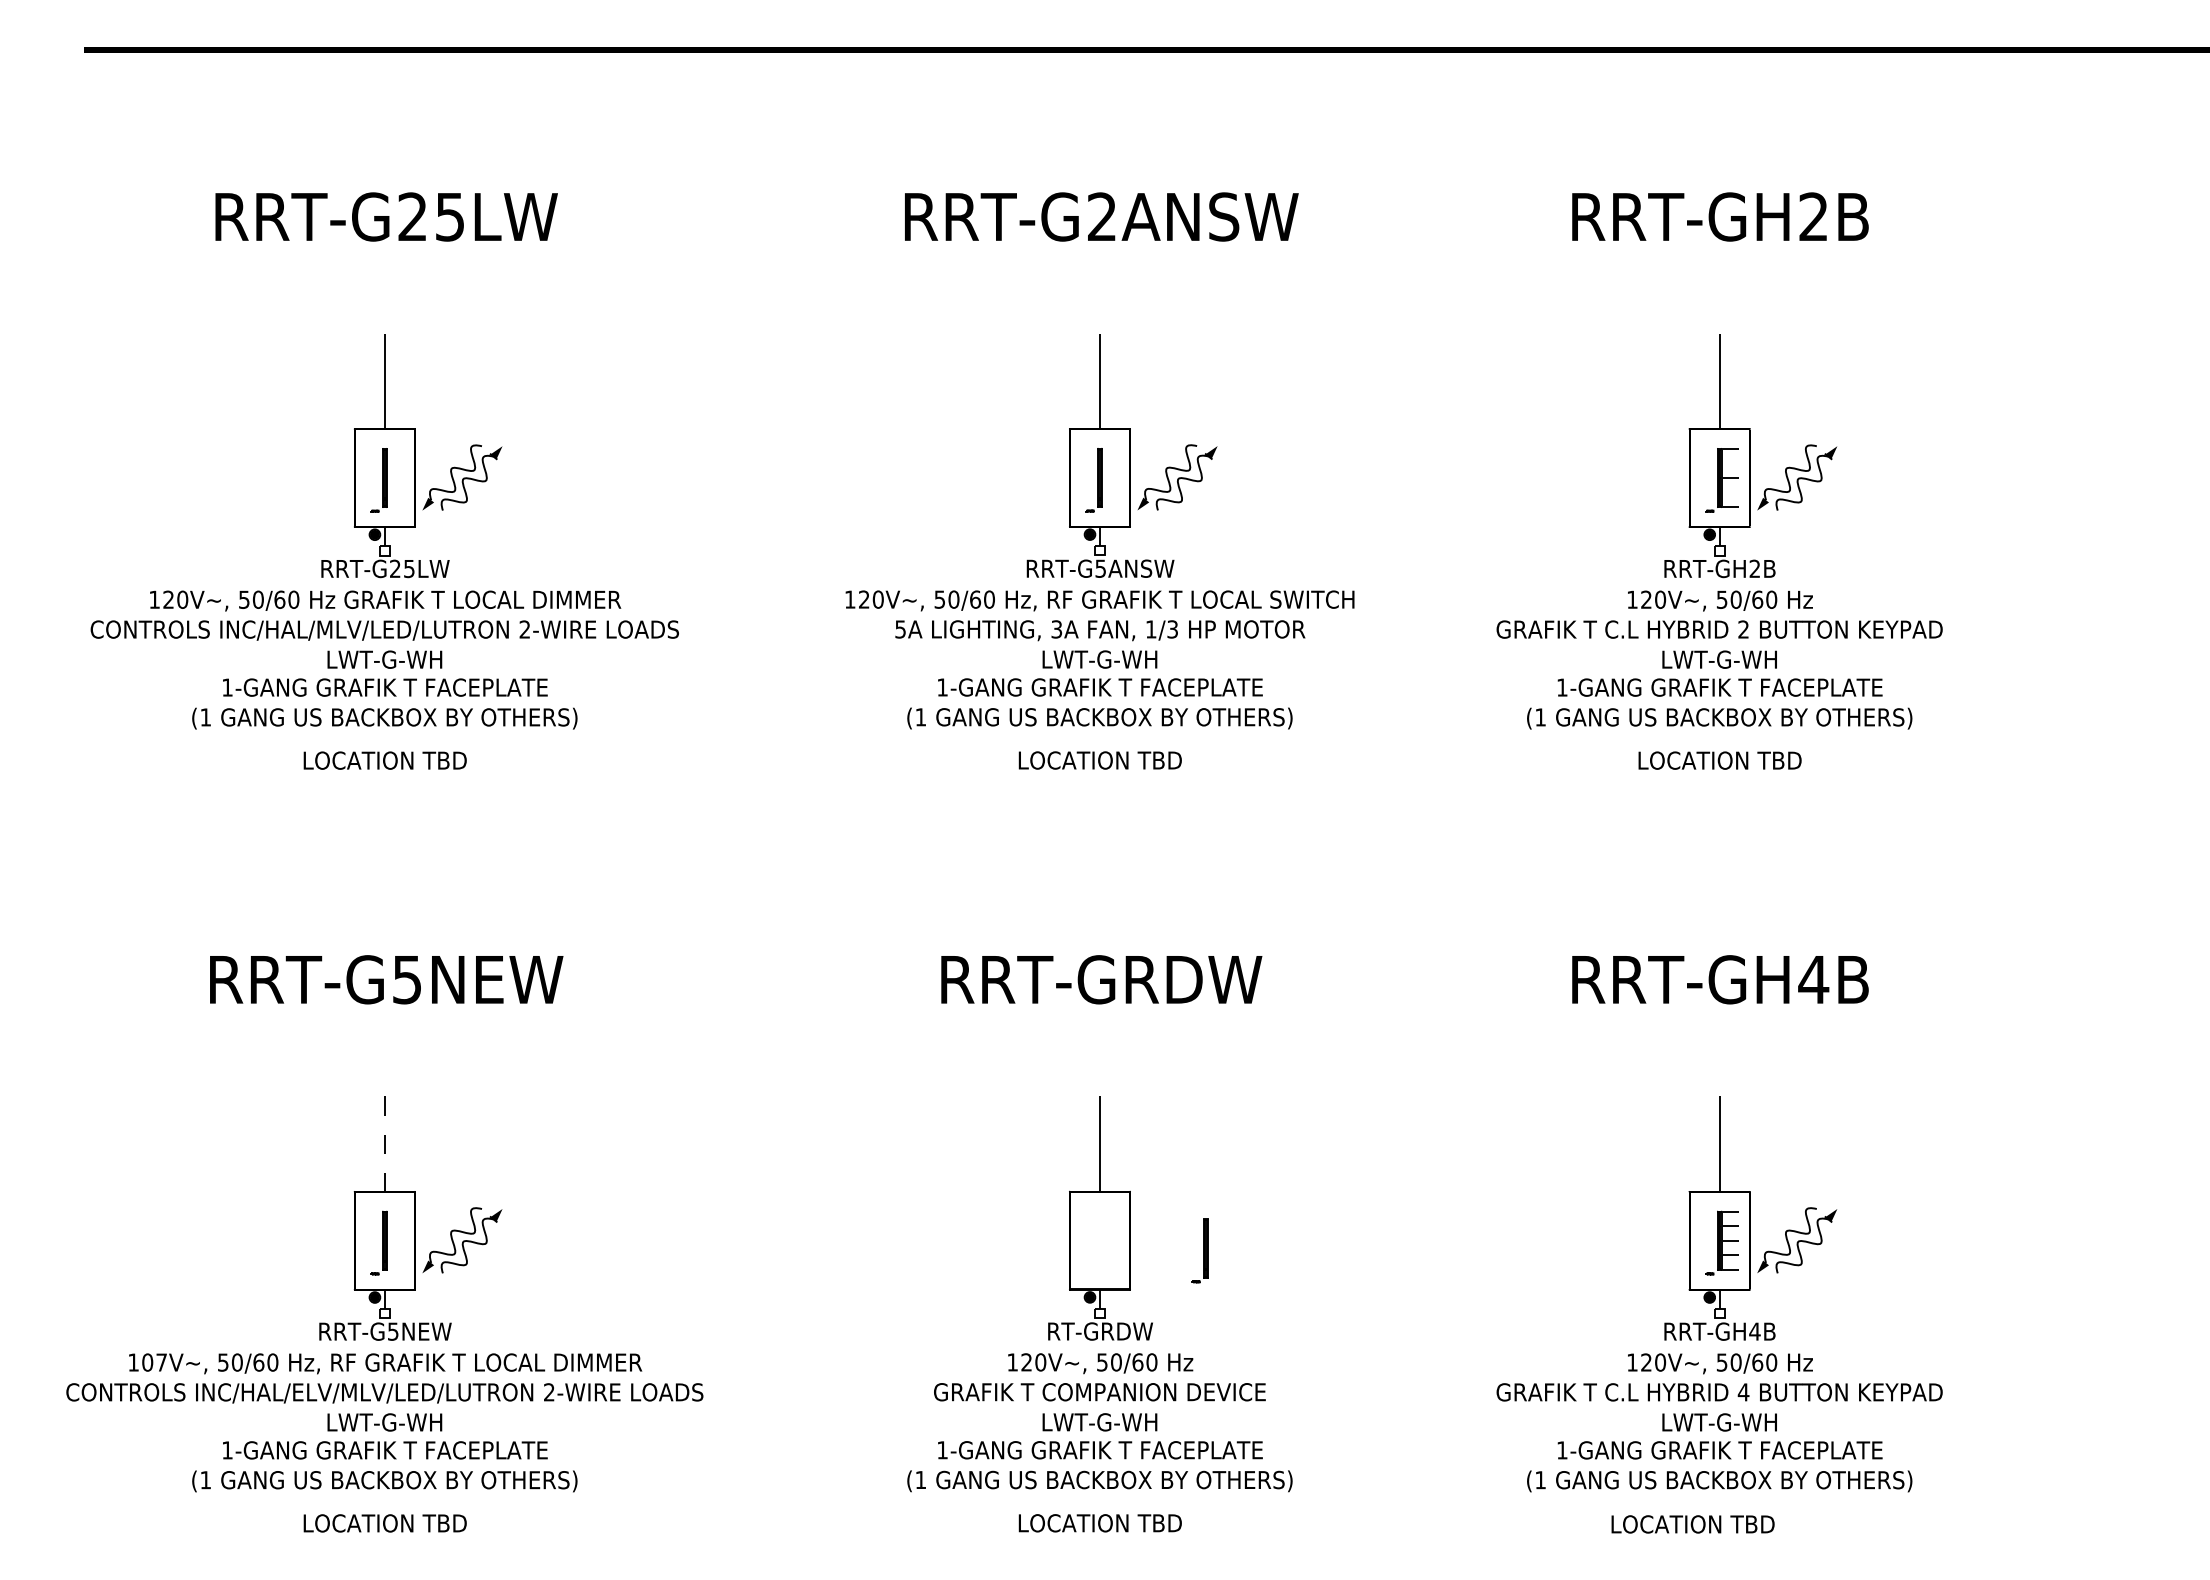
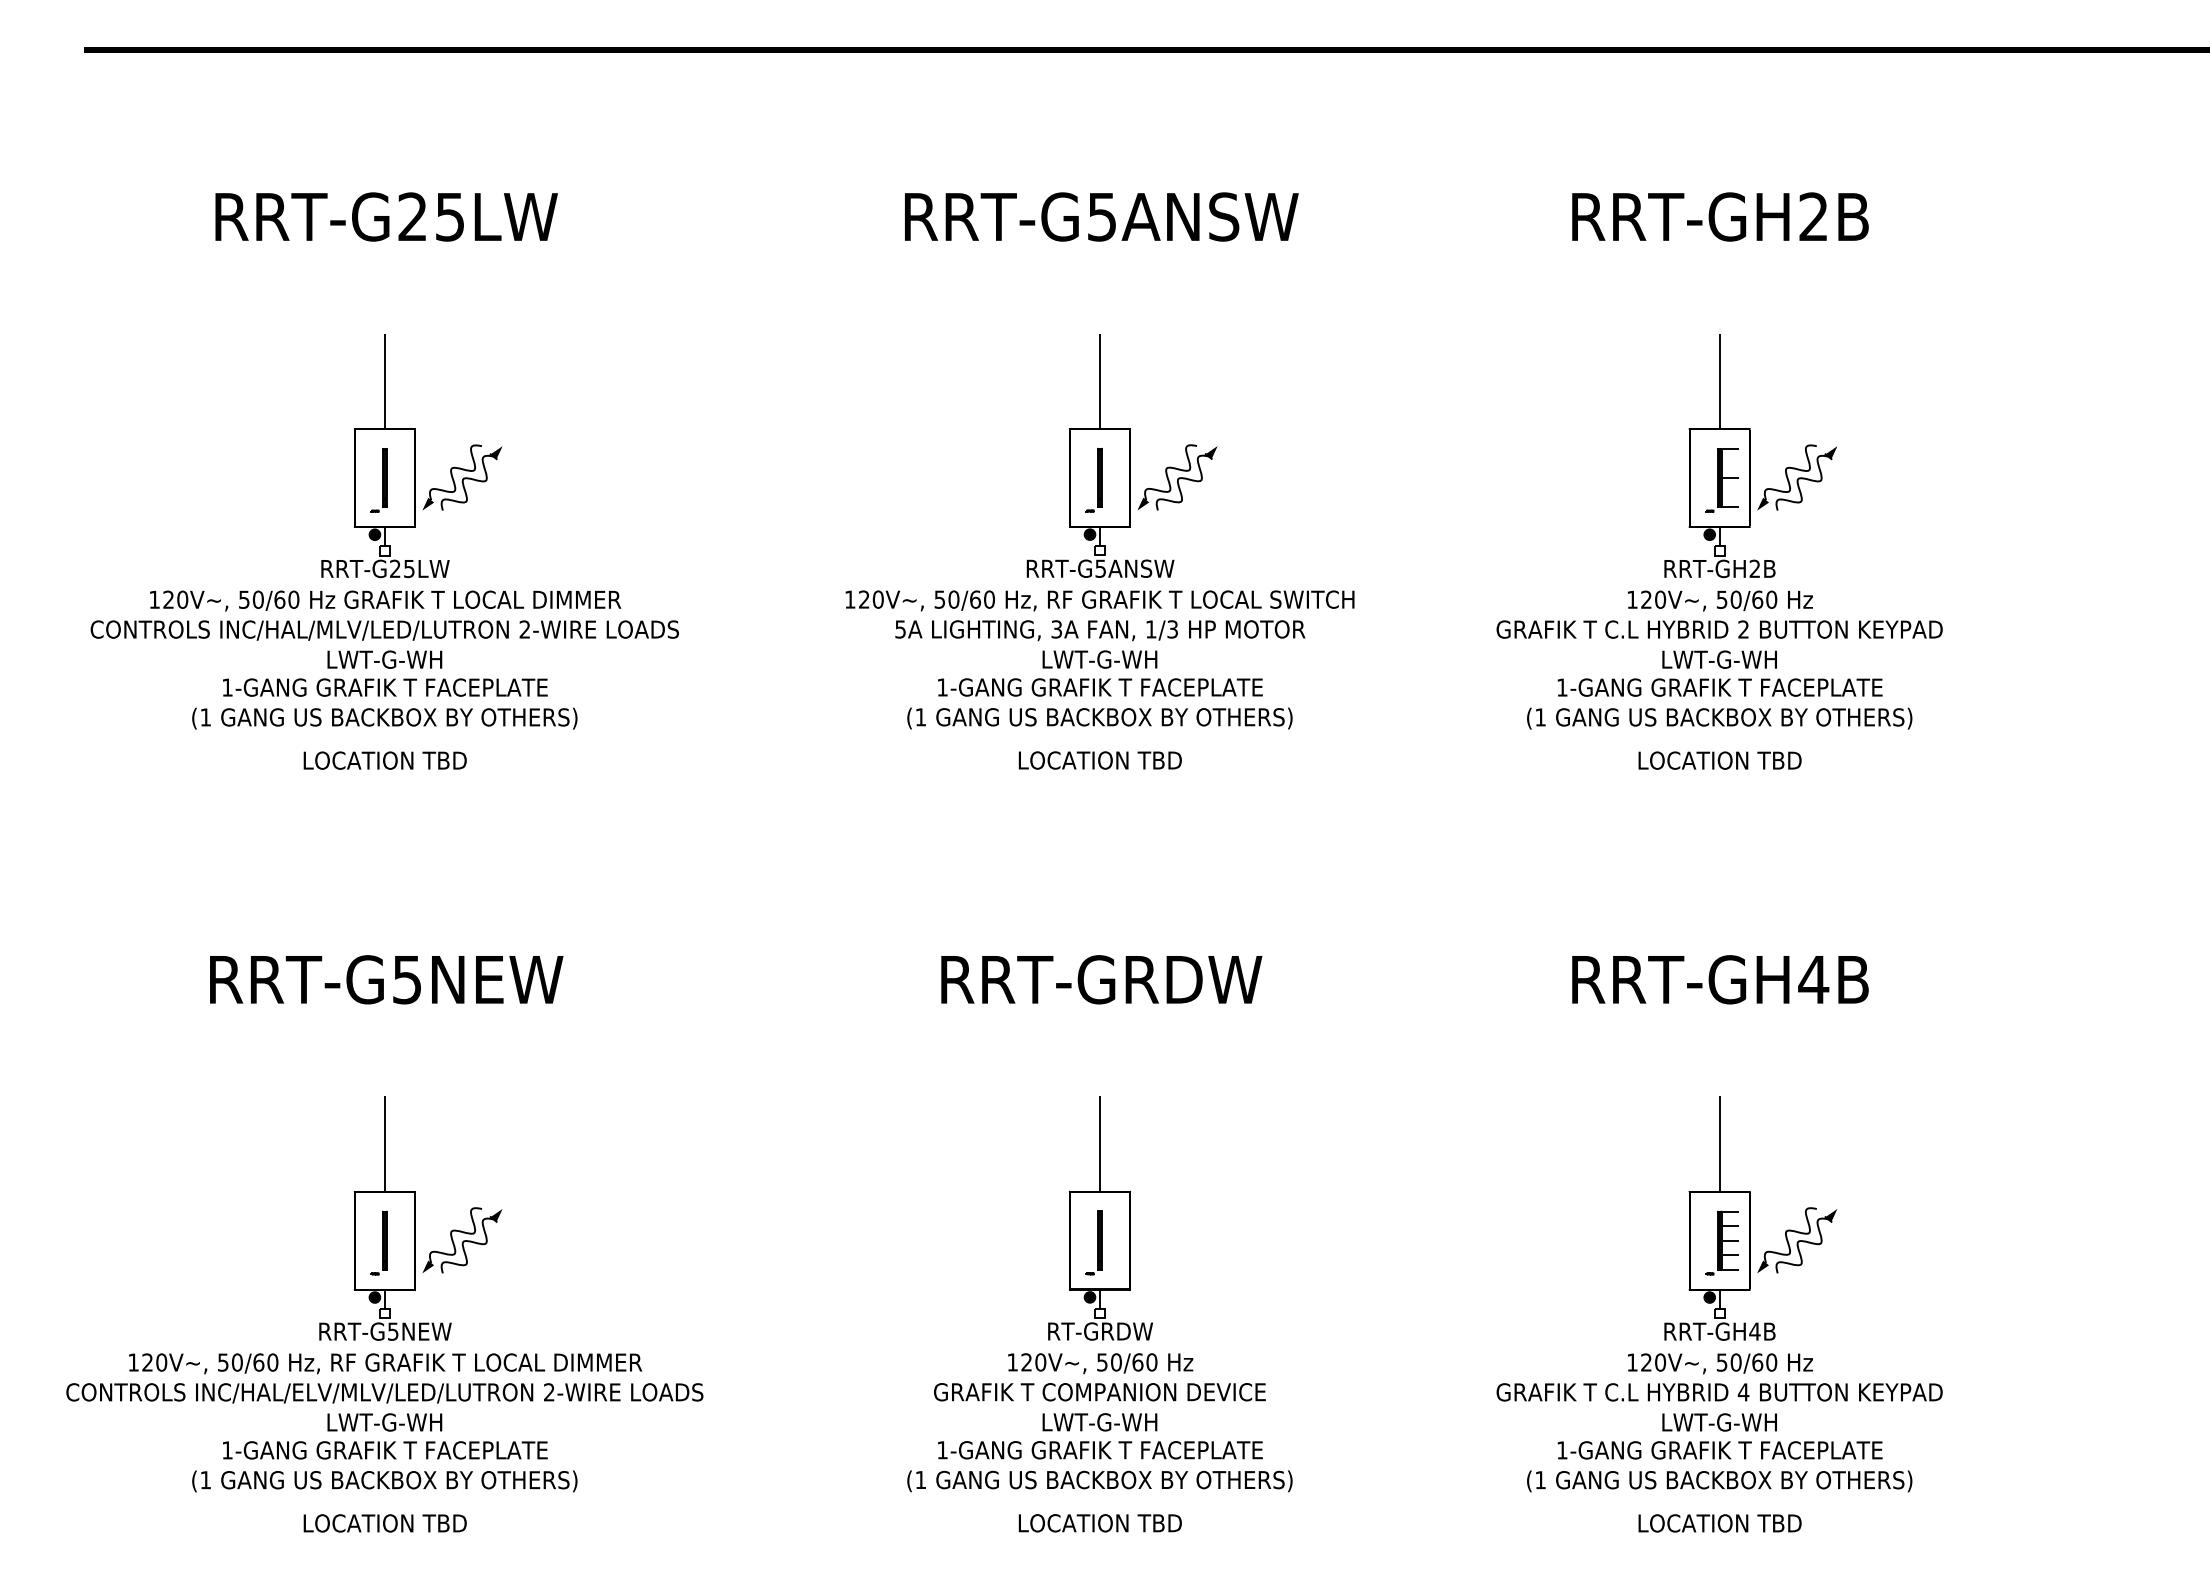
text at (1101, 216): RRT-G2ANSW -> RRT-G5ANSW
line at (384, 1144): dashed -> solid
part at (1199, 1250) position: (1199, 1250) -> (1093, 1242)
text at (154, 1362): 107V~, -> 120V~,
text at (1692, 1524) position: (1692, 1524) -> (1719, 1523)
